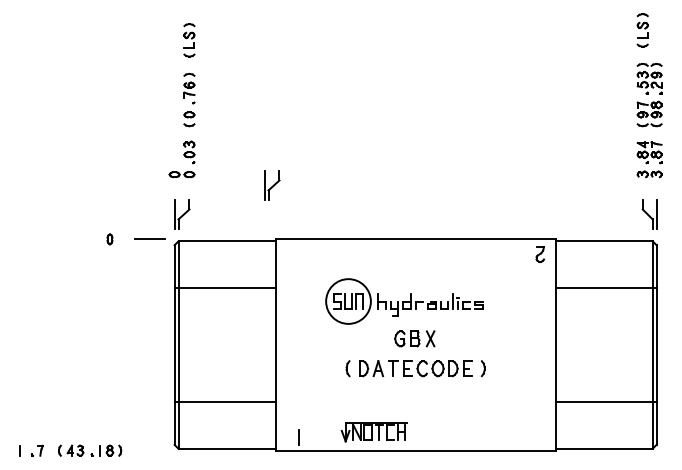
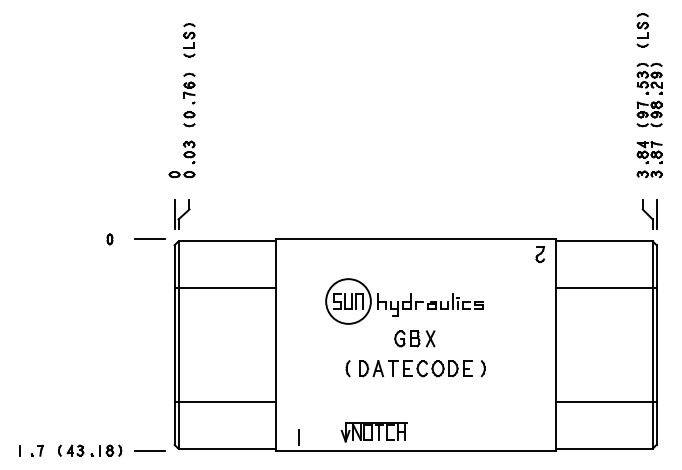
part at (272, 185): present -> none
line at (149, 450): none -> present
